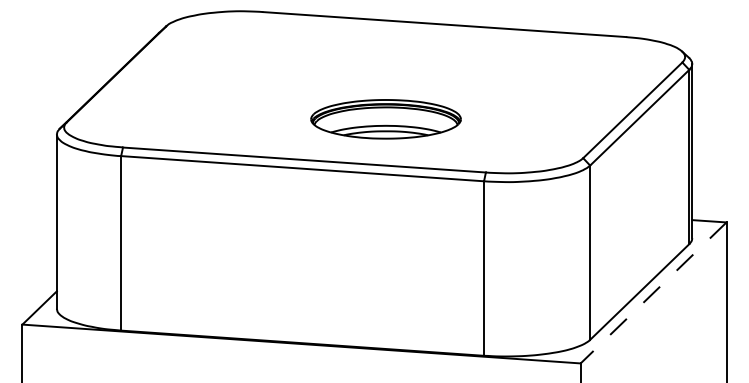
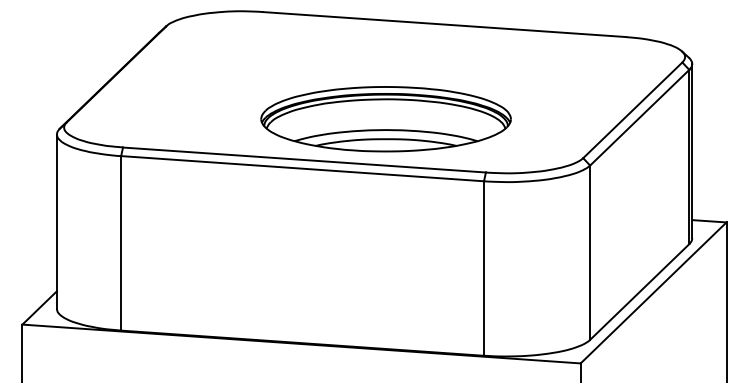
part at (385, 119) size: 152x41 px -> 252x67 px
line at (653, 293): dashed -> solid
